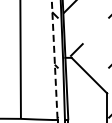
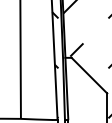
line at (54, 60): dashed -> solid
